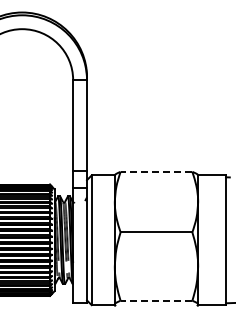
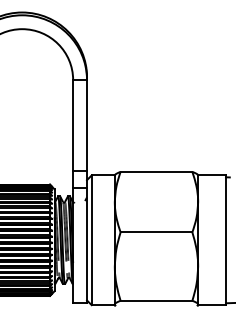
line at (156, 171): dashed -> solid
line at (156, 300): dashed -> solid
